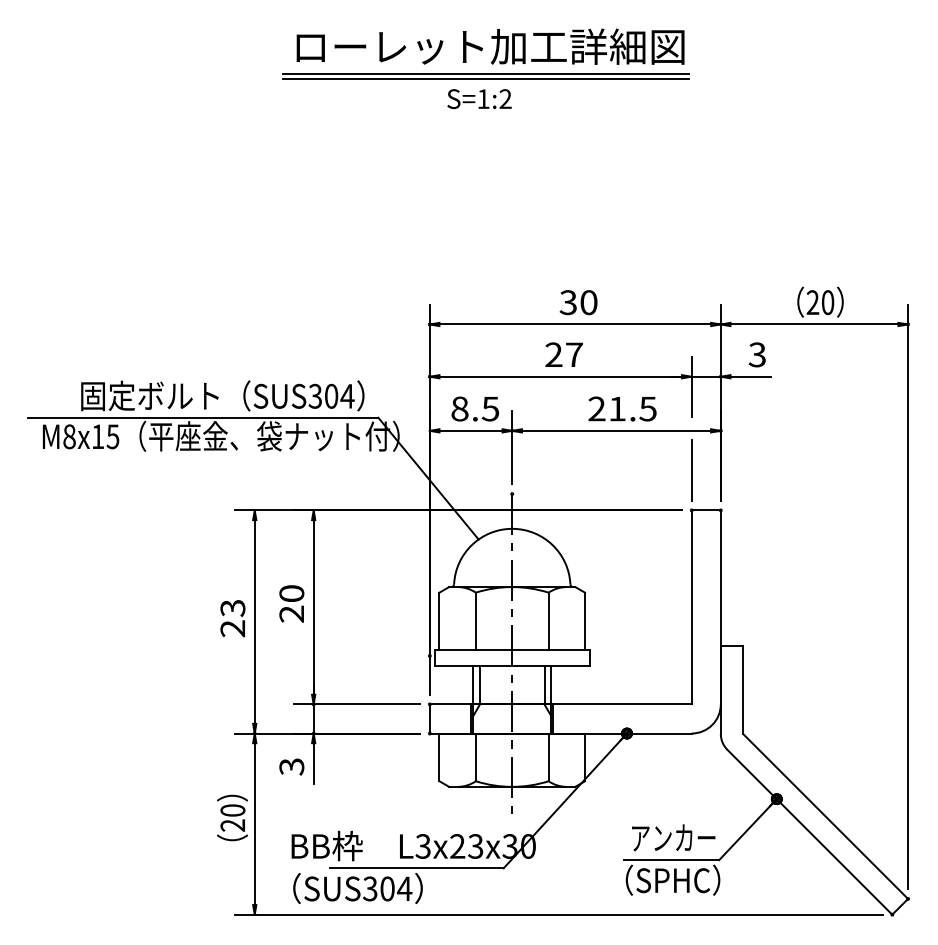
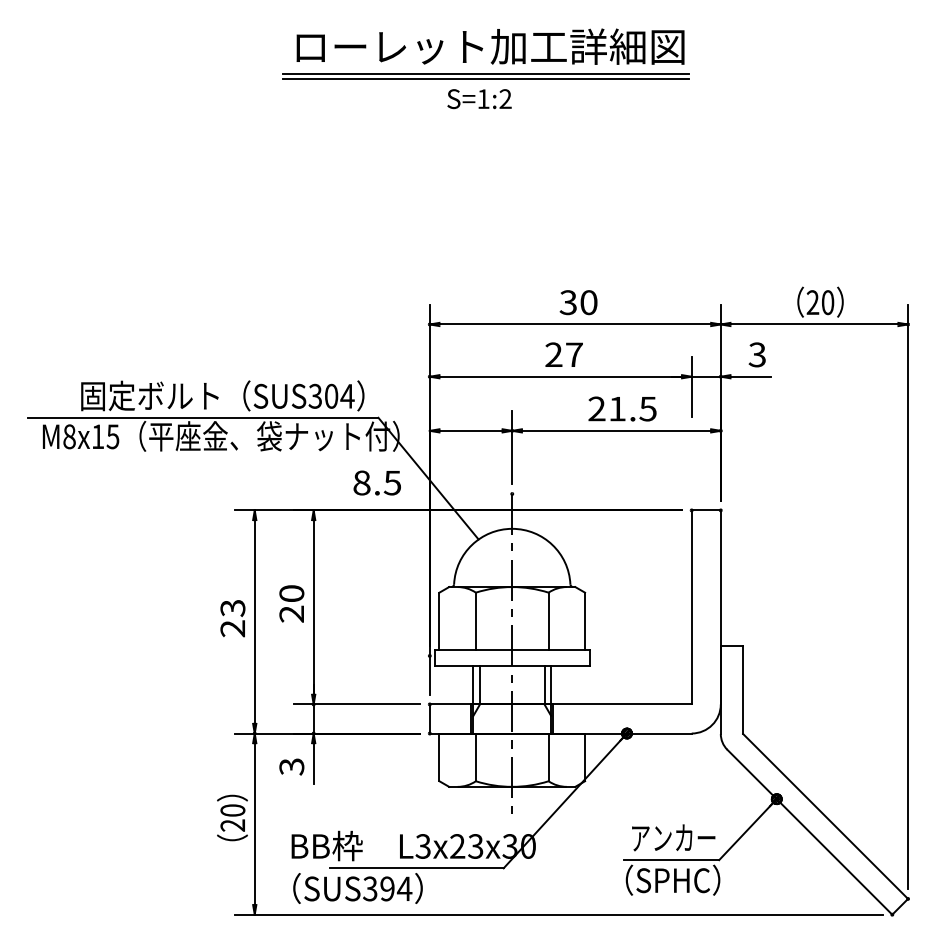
text at (474, 408) position: (474, 408) -> (376, 482)
line at (691, 469): present -> none
text at (387, 888): SUS304 -> SUS394
